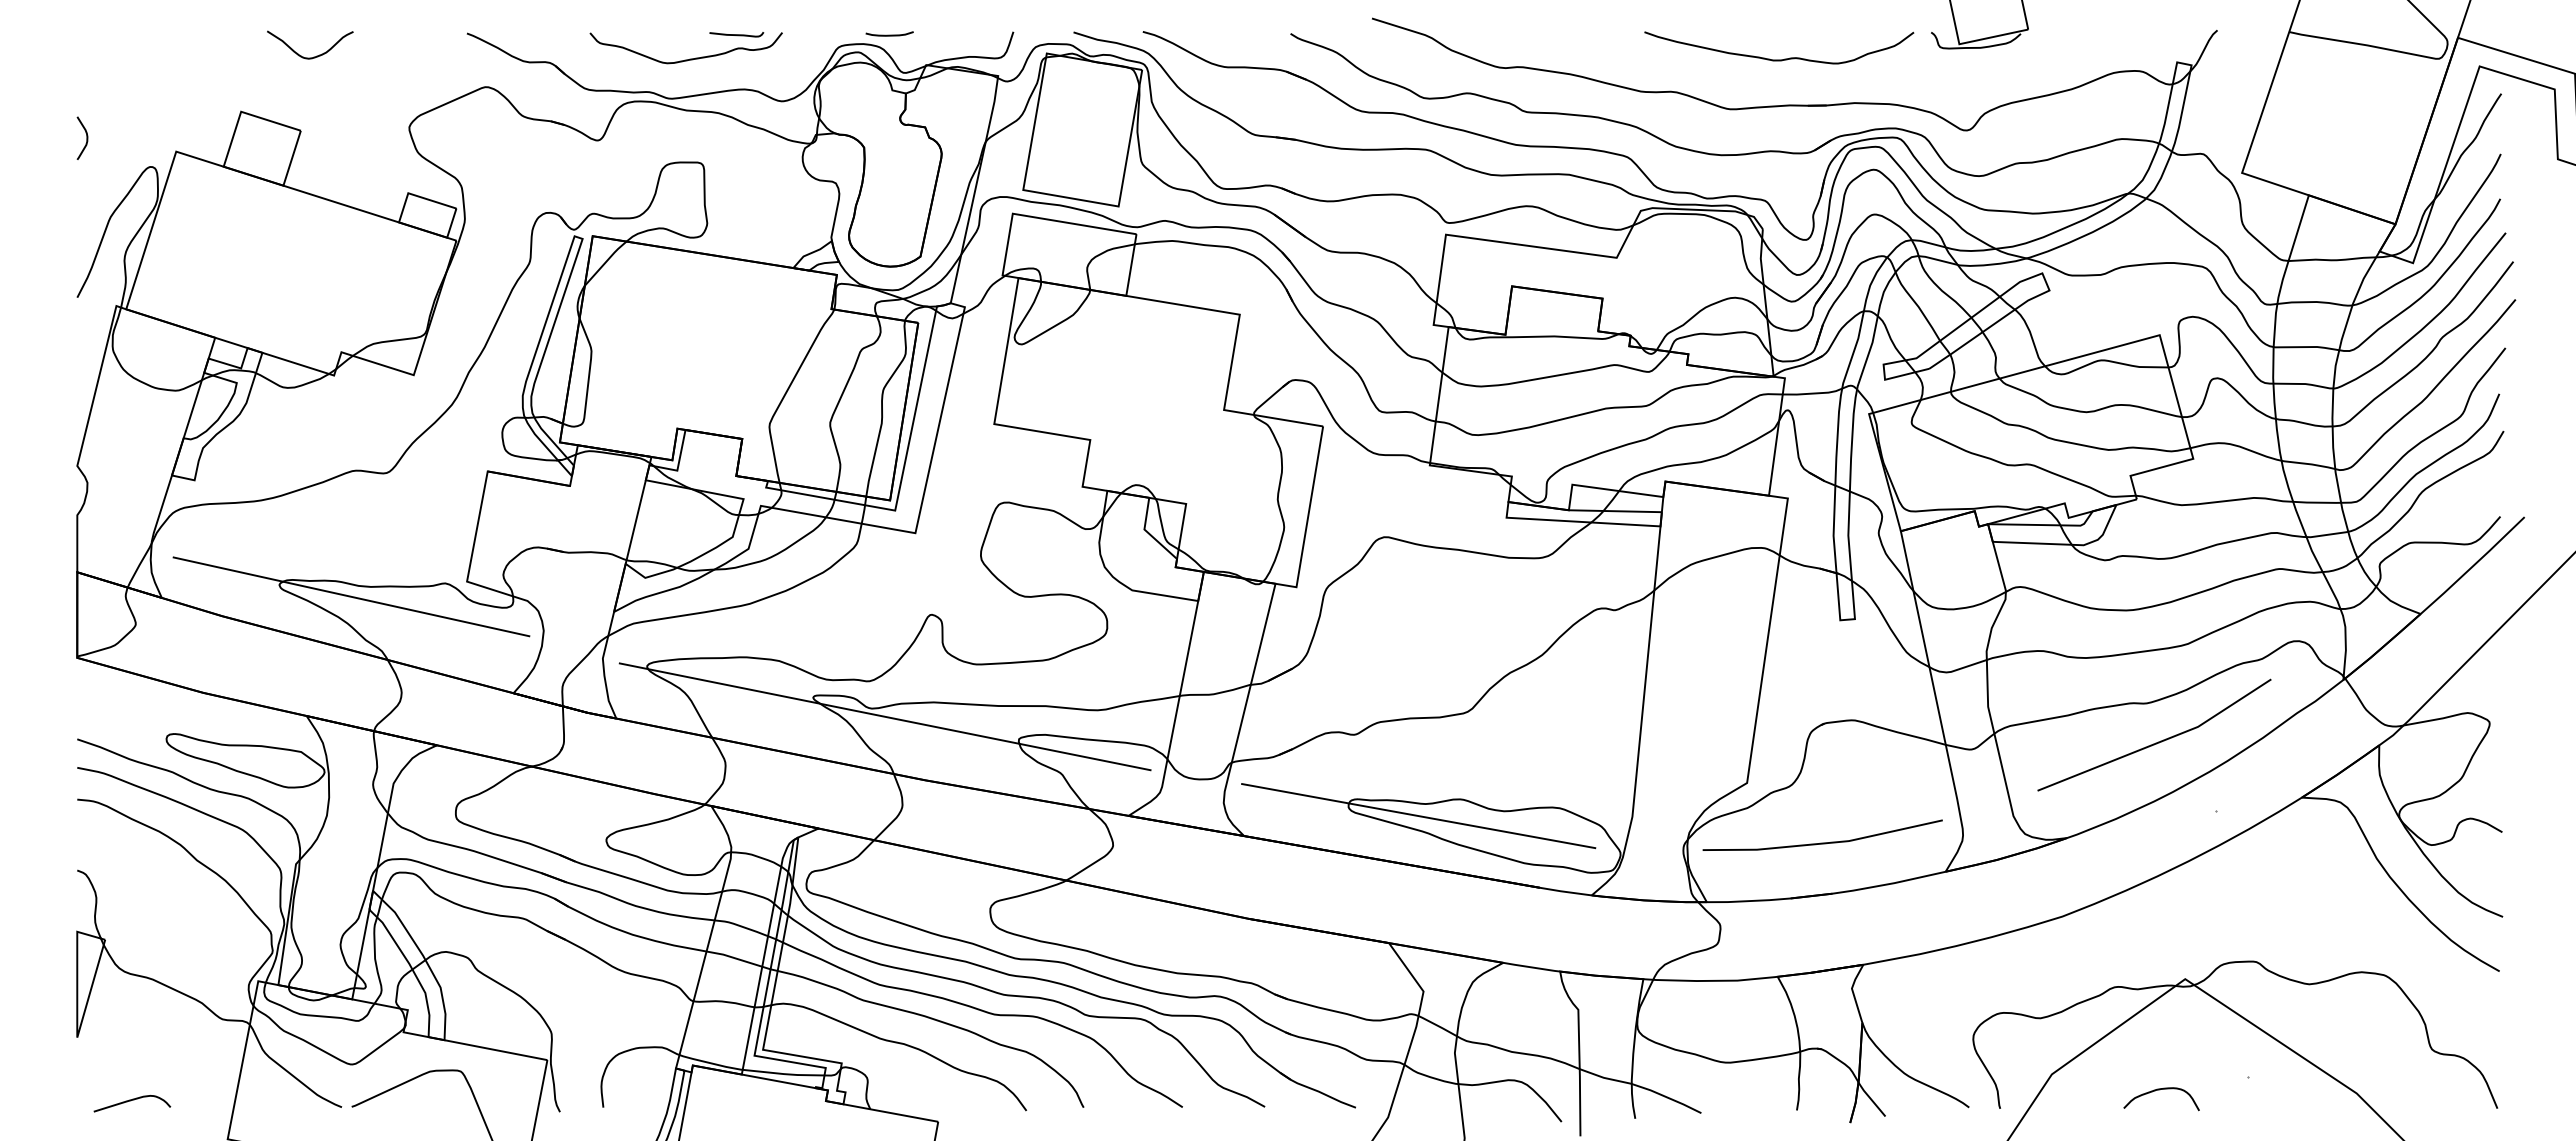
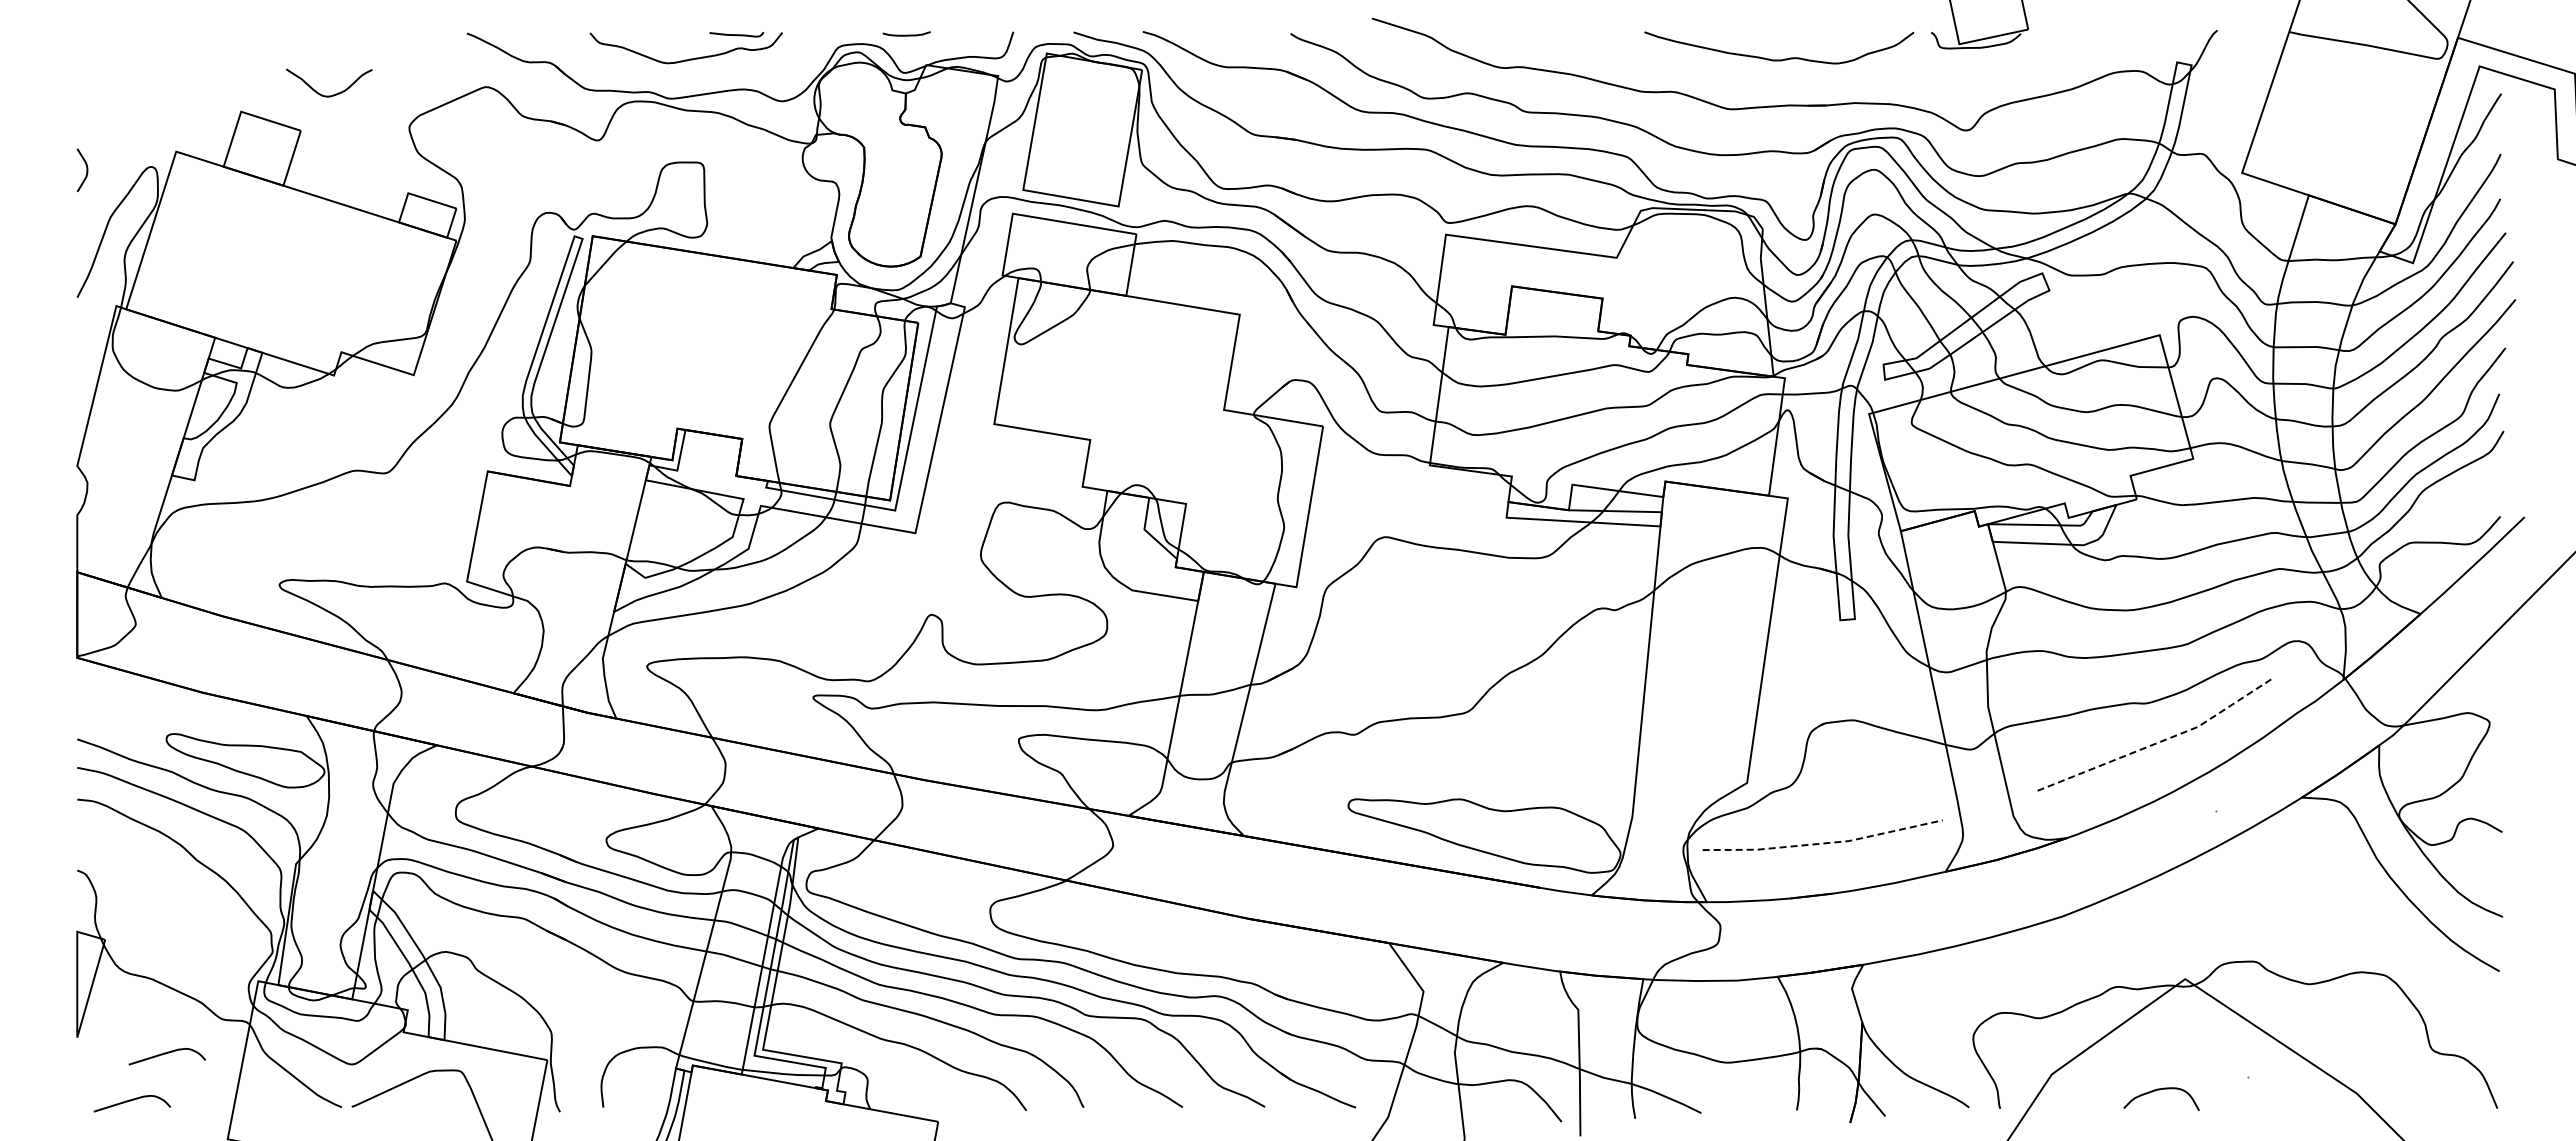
curve at (889, 34) position: (889, 34) -> (906, 34)
curve at (313, 56) position: (313, 56) -> (332, 94)
curve at (86, 137) position: (86, 137) -> (86, 169)
line at (351, 596): present -> none
line at (884, 716): present -> none
line at (2159, 742): solid -> dashed
line at (1418, 816): present -> none
line at (1824, 843): solid -> dashed
curve at (165, 1054): none -> present
